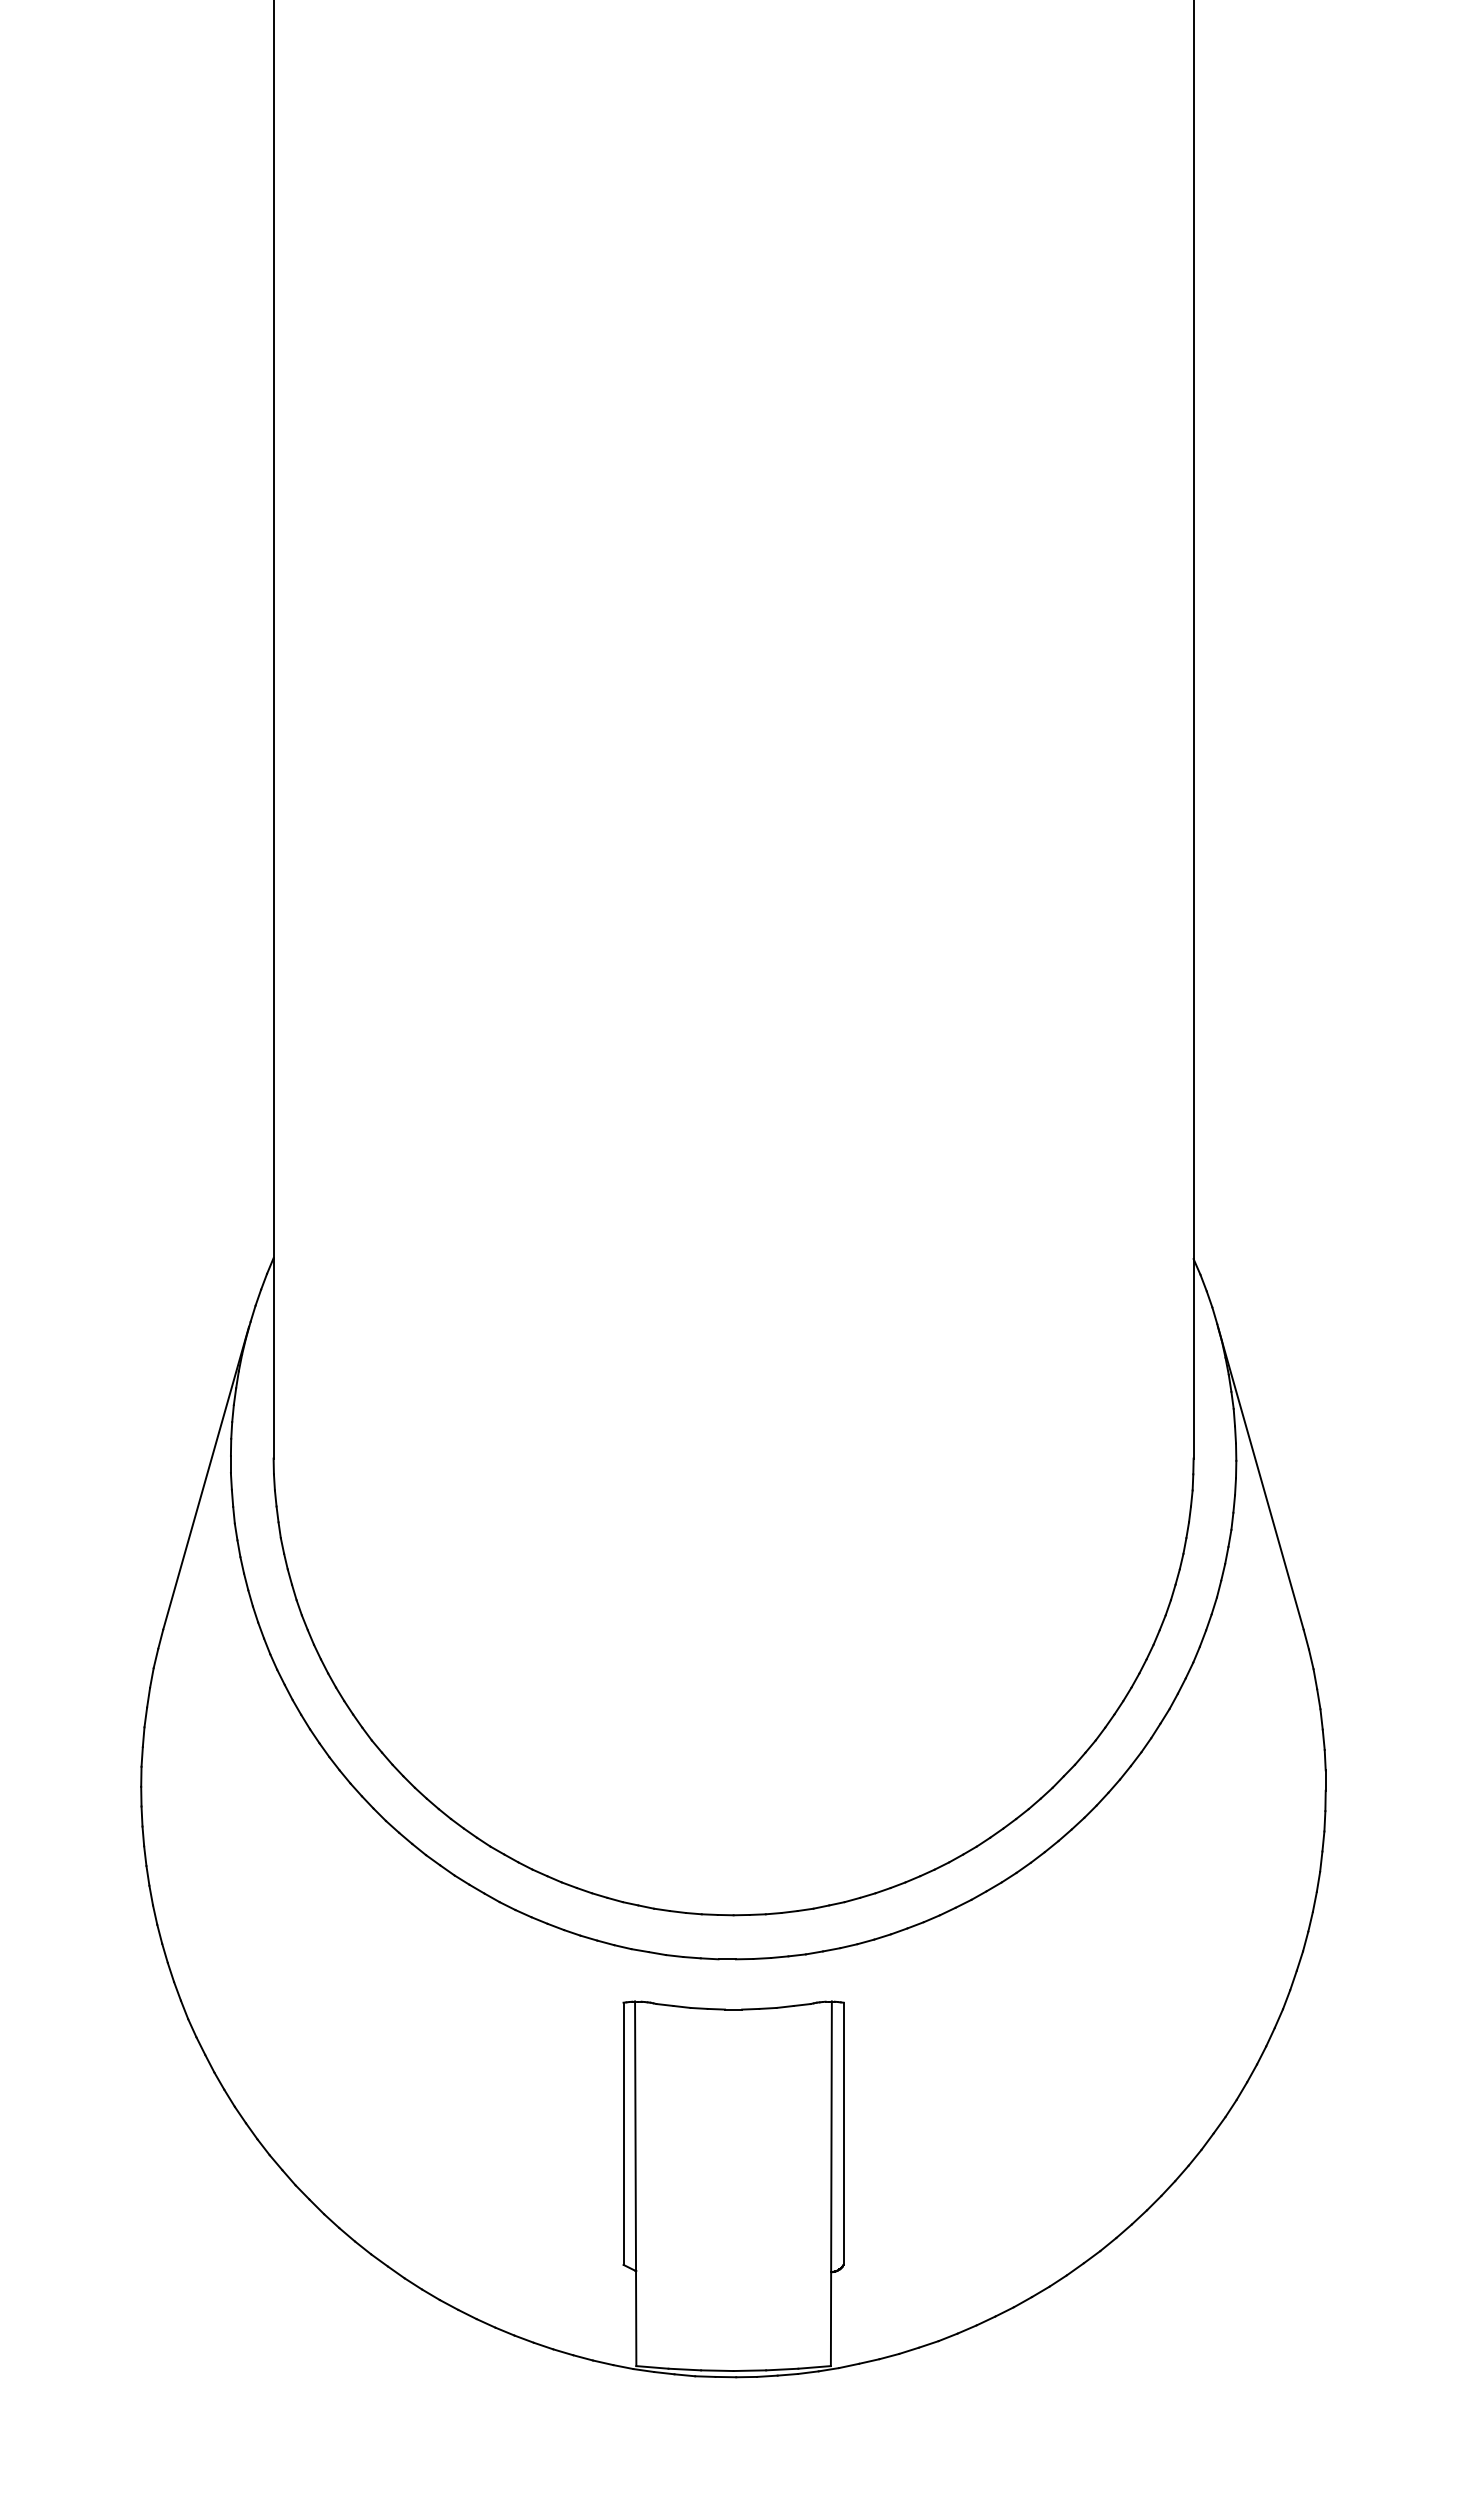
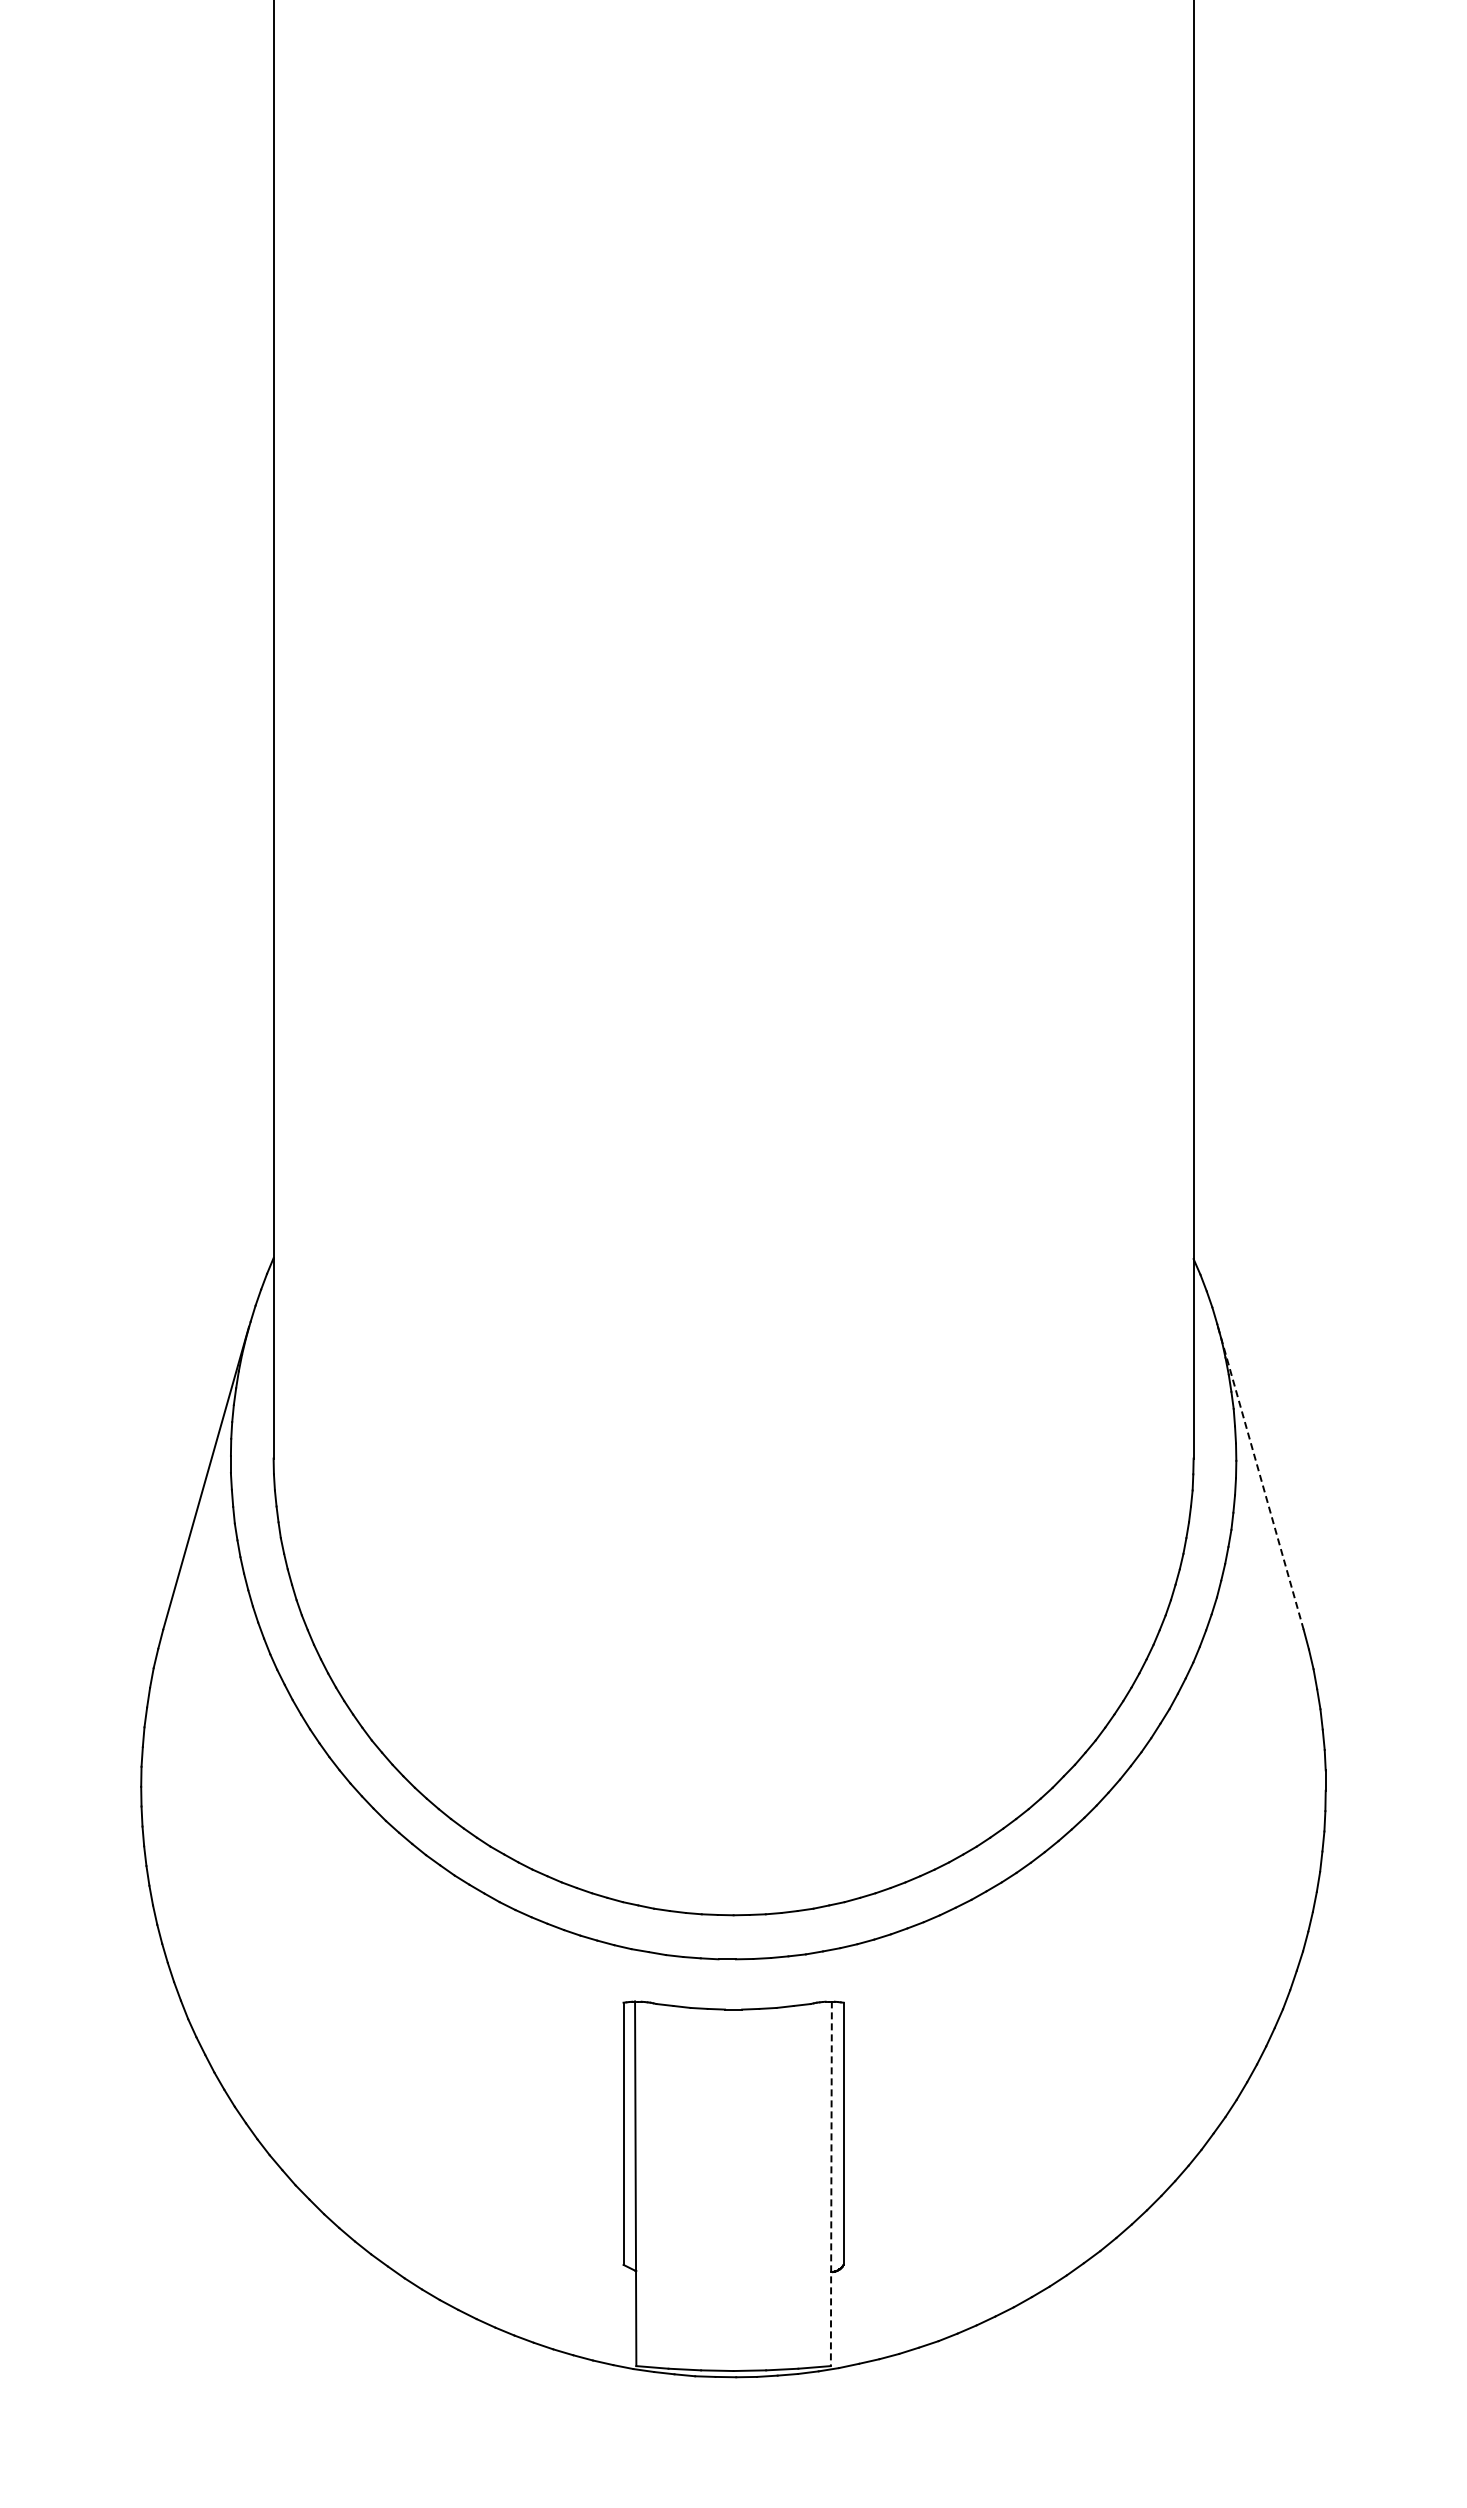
line at (1260, 1478): solid -> dashed
line at (831, 2184): solid -> dashed
